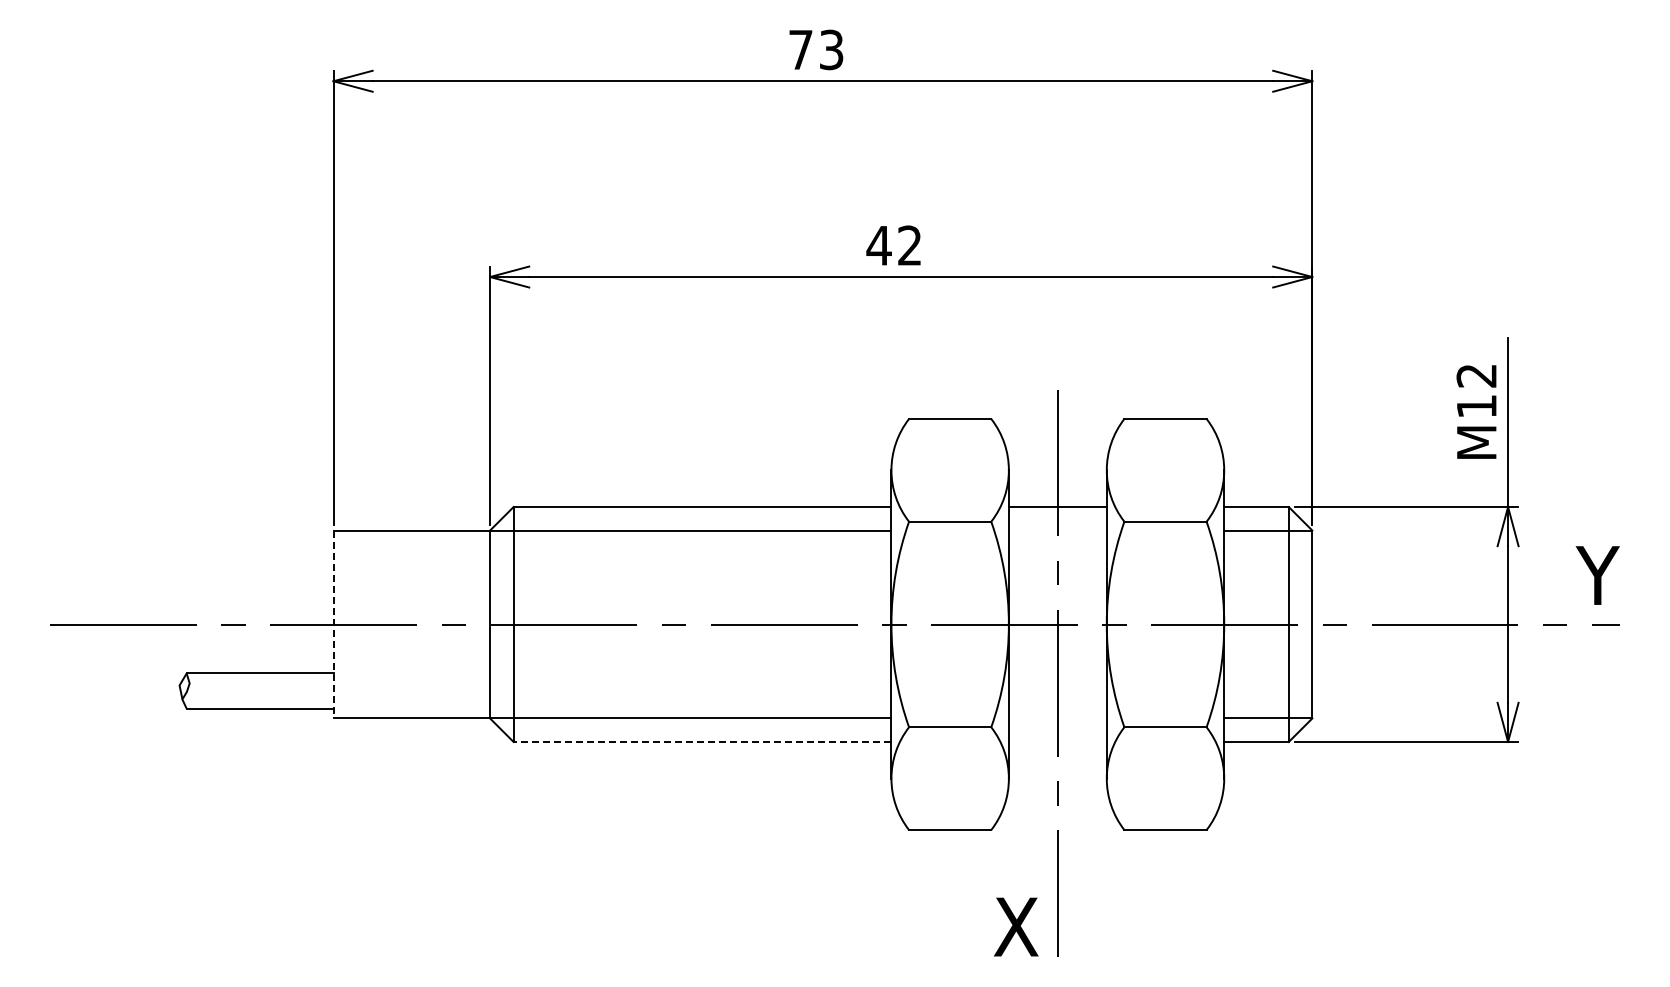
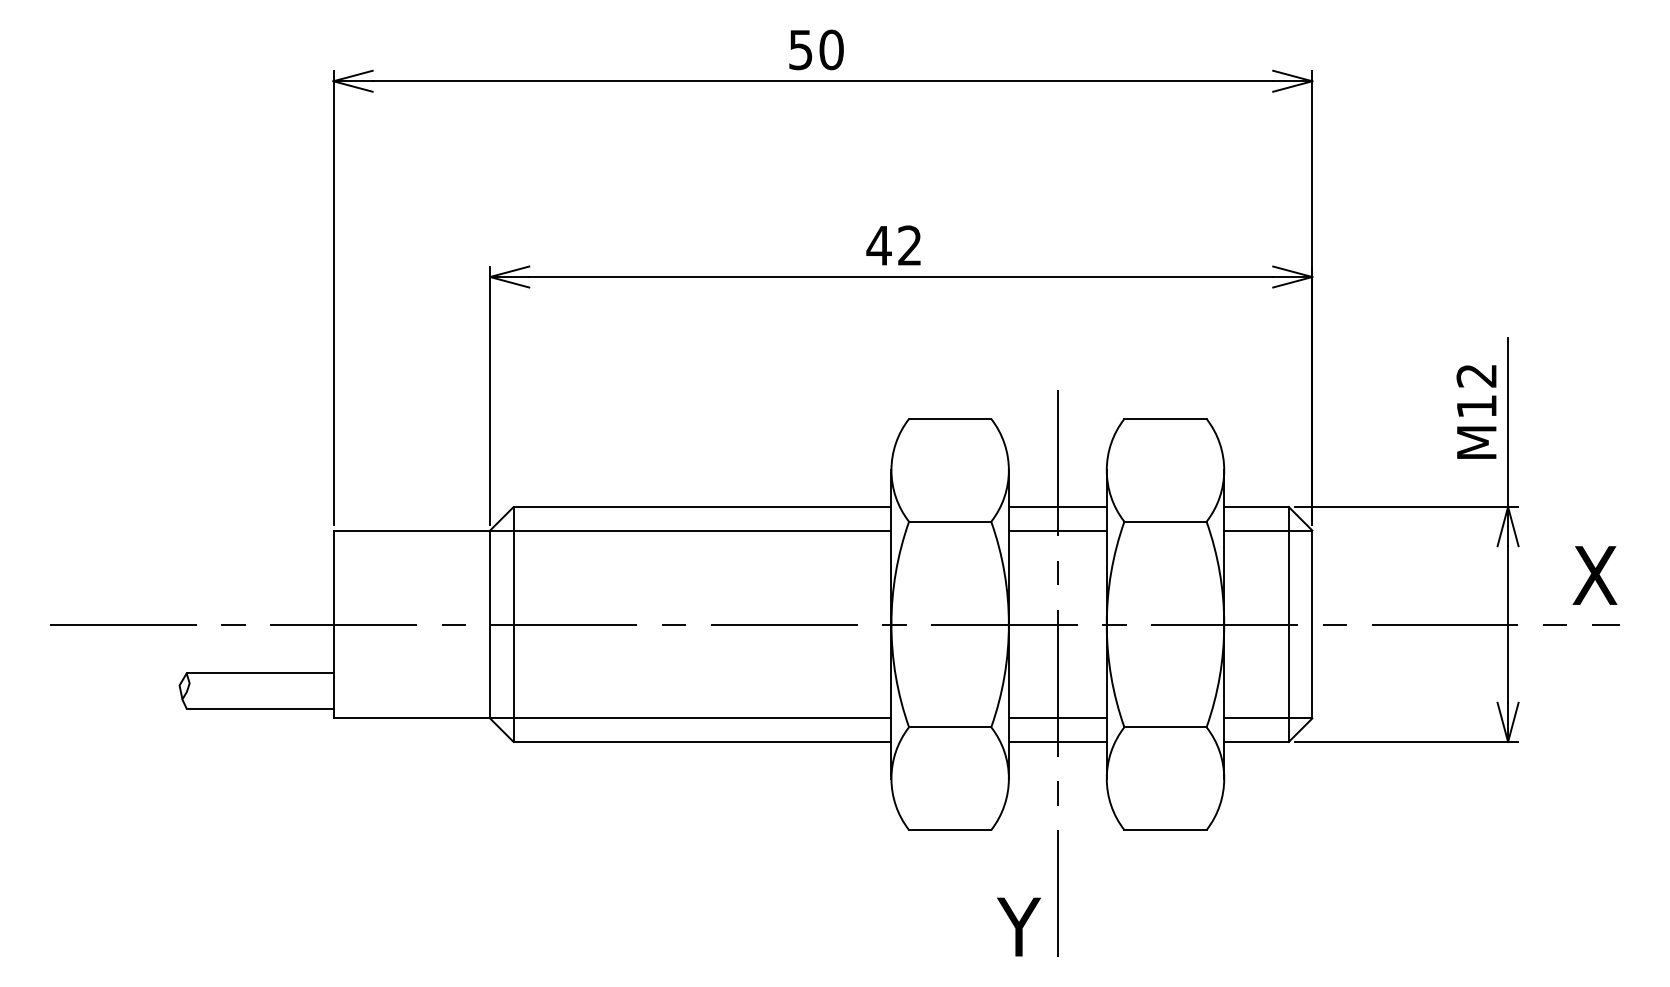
text at (816, 49): 73 -> 50
line at (1057, 530): none -> present
text at (1595, 575): Y -> X
line at (333, 624): dashed -> solid
line at (1057, 718): none -> present
line at (702, 741): dashed -> solid
line at (1057, 741): none -> present
text at (1016, 926): X -> Y
